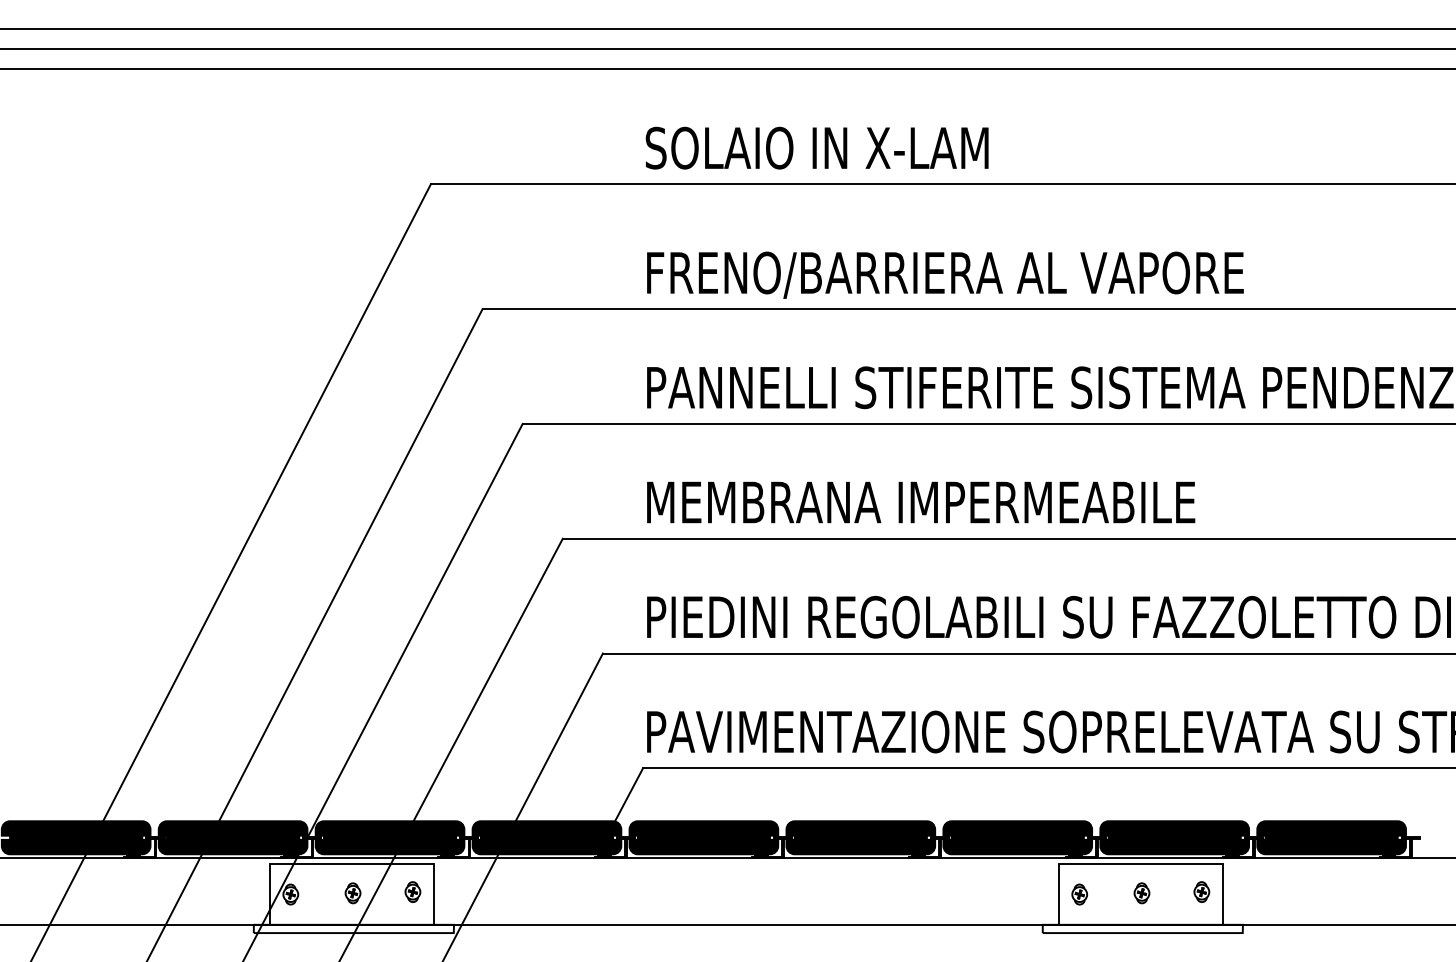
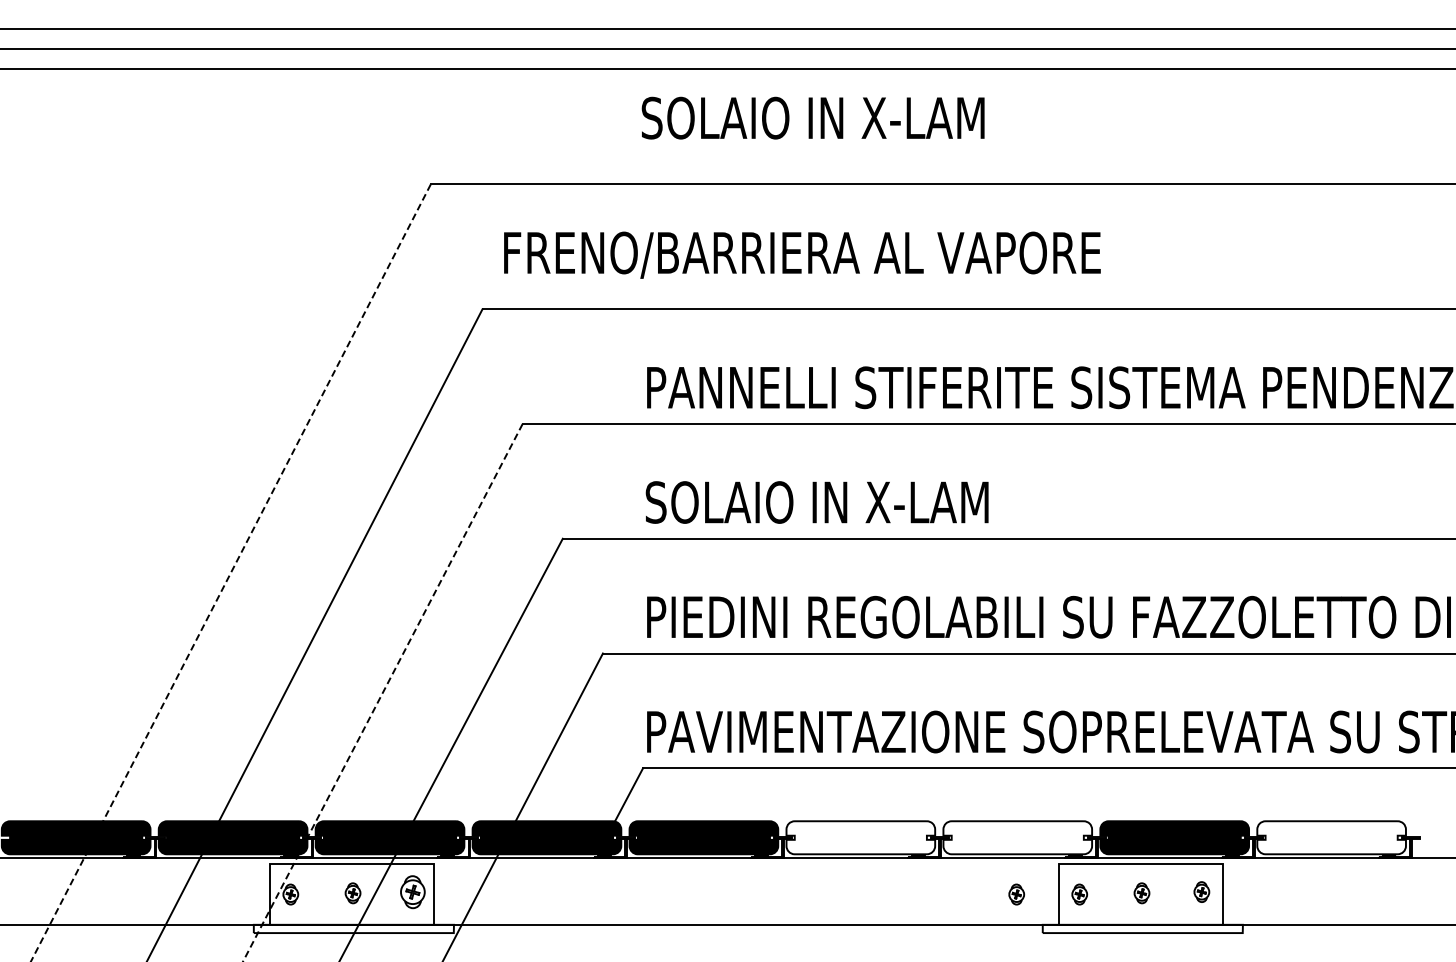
text at (816, 147) position: (816, 147) -> (812, 117)
text at (945, 274) position: (945, 274) -> (802, 254)
text at (920, 502): MEMBRANA IMPERMEABILE -> SOLAIO IN X-LAM
line at (230, 572): solid -> dashed
line at (382, 692): solid -> dashed
fill at (860, 837): present -> none
fill at (1017, 837): present -> none
fill at (1331, 837): present -> none
part at (412, 891) size: 18x22 px -> 26x35 px
part at (1016, 894): none -> present
